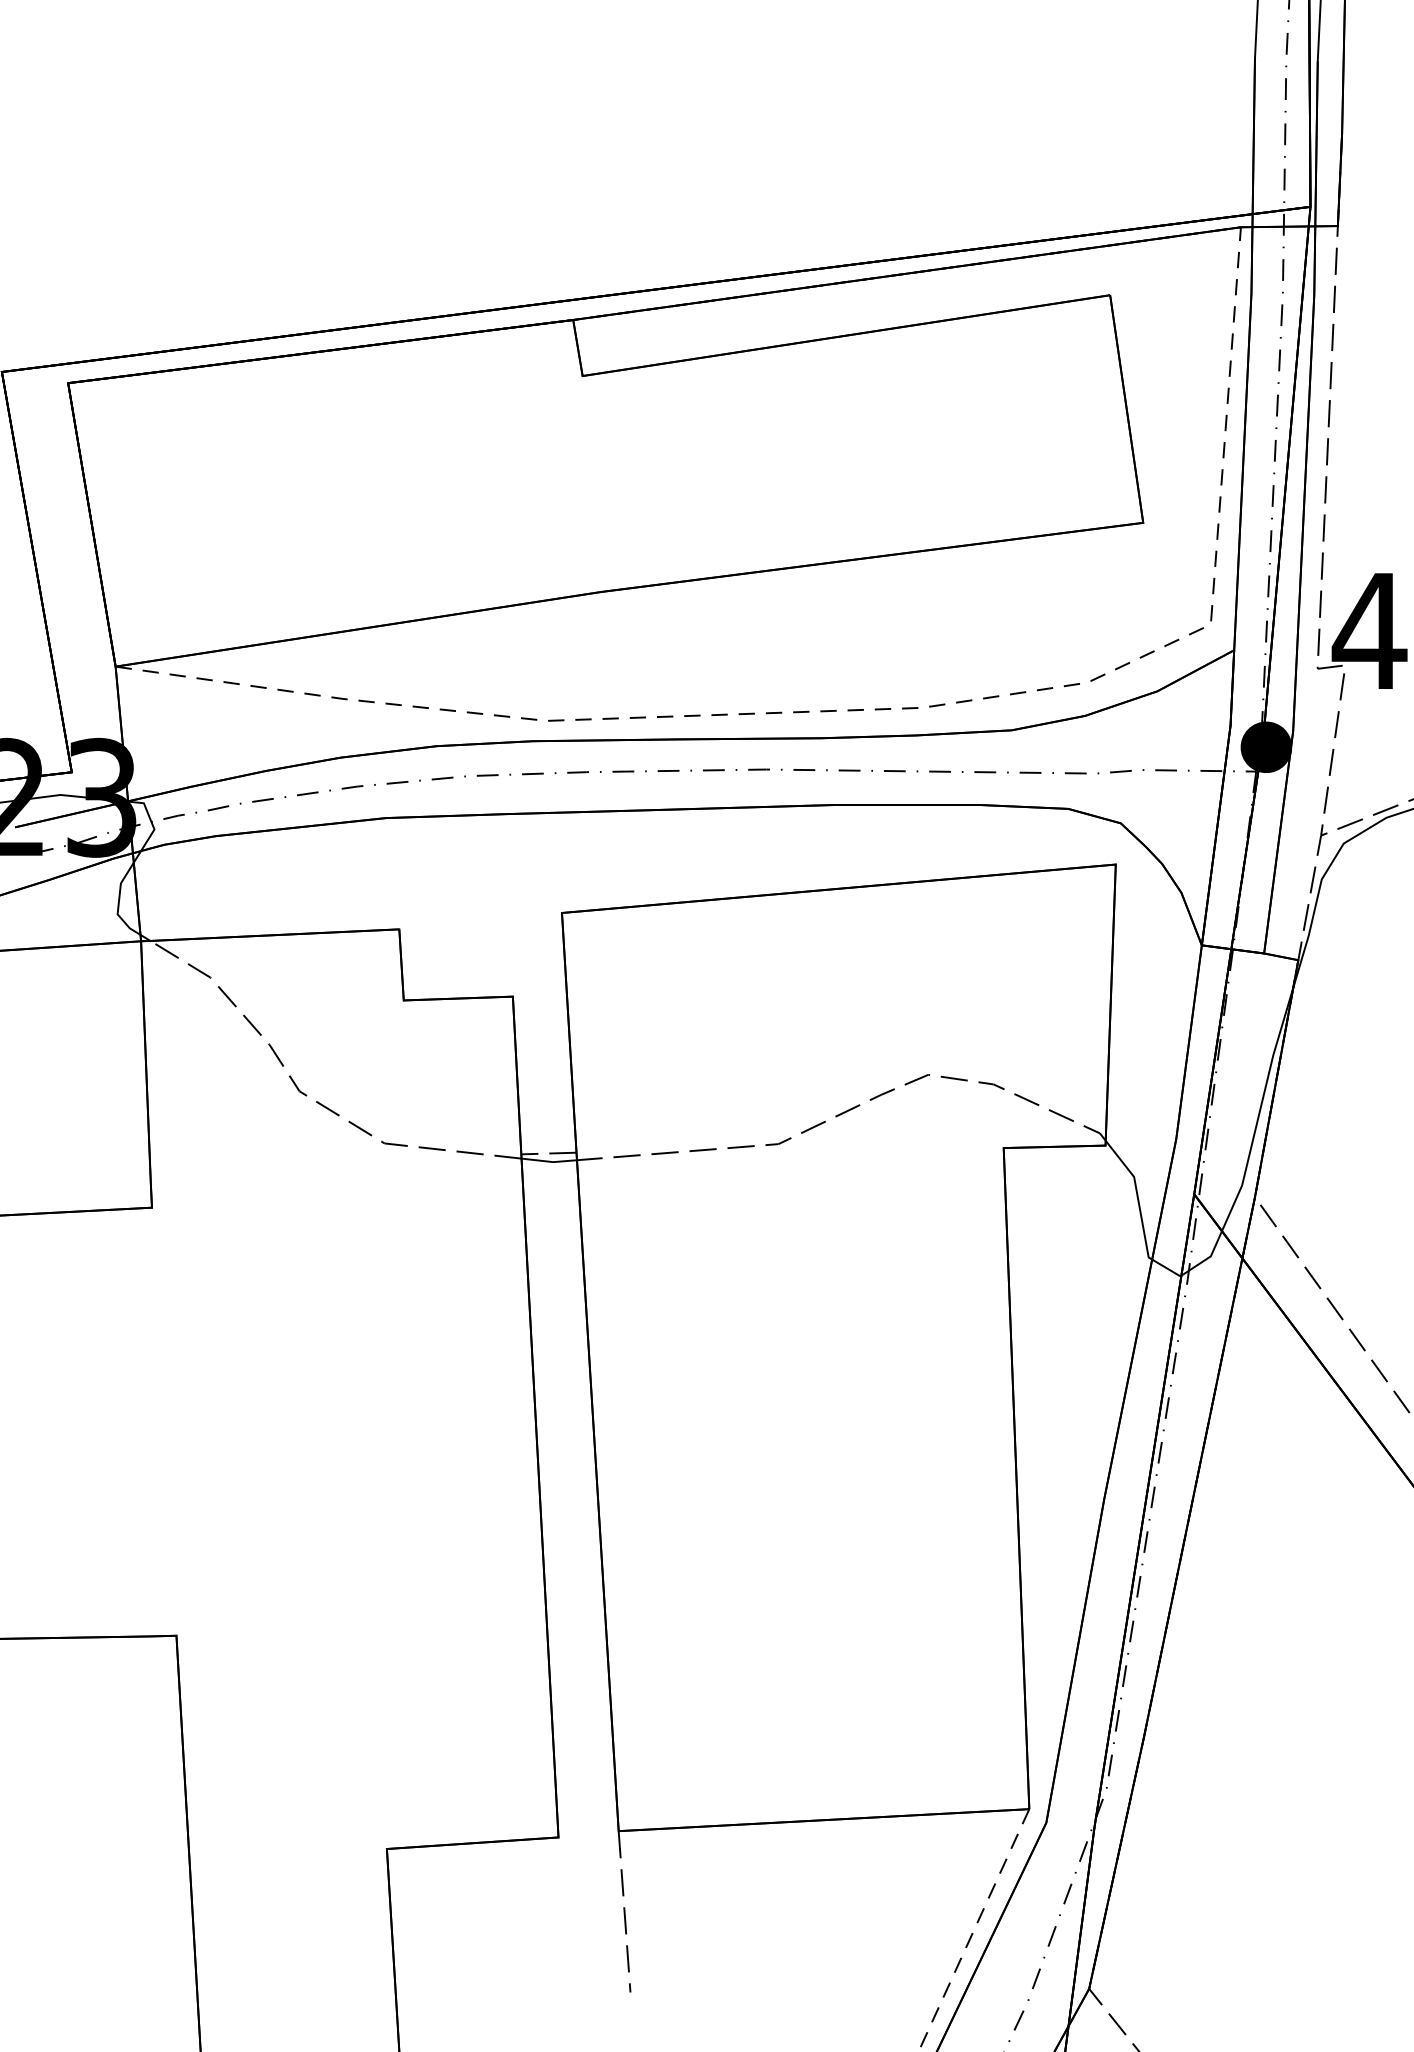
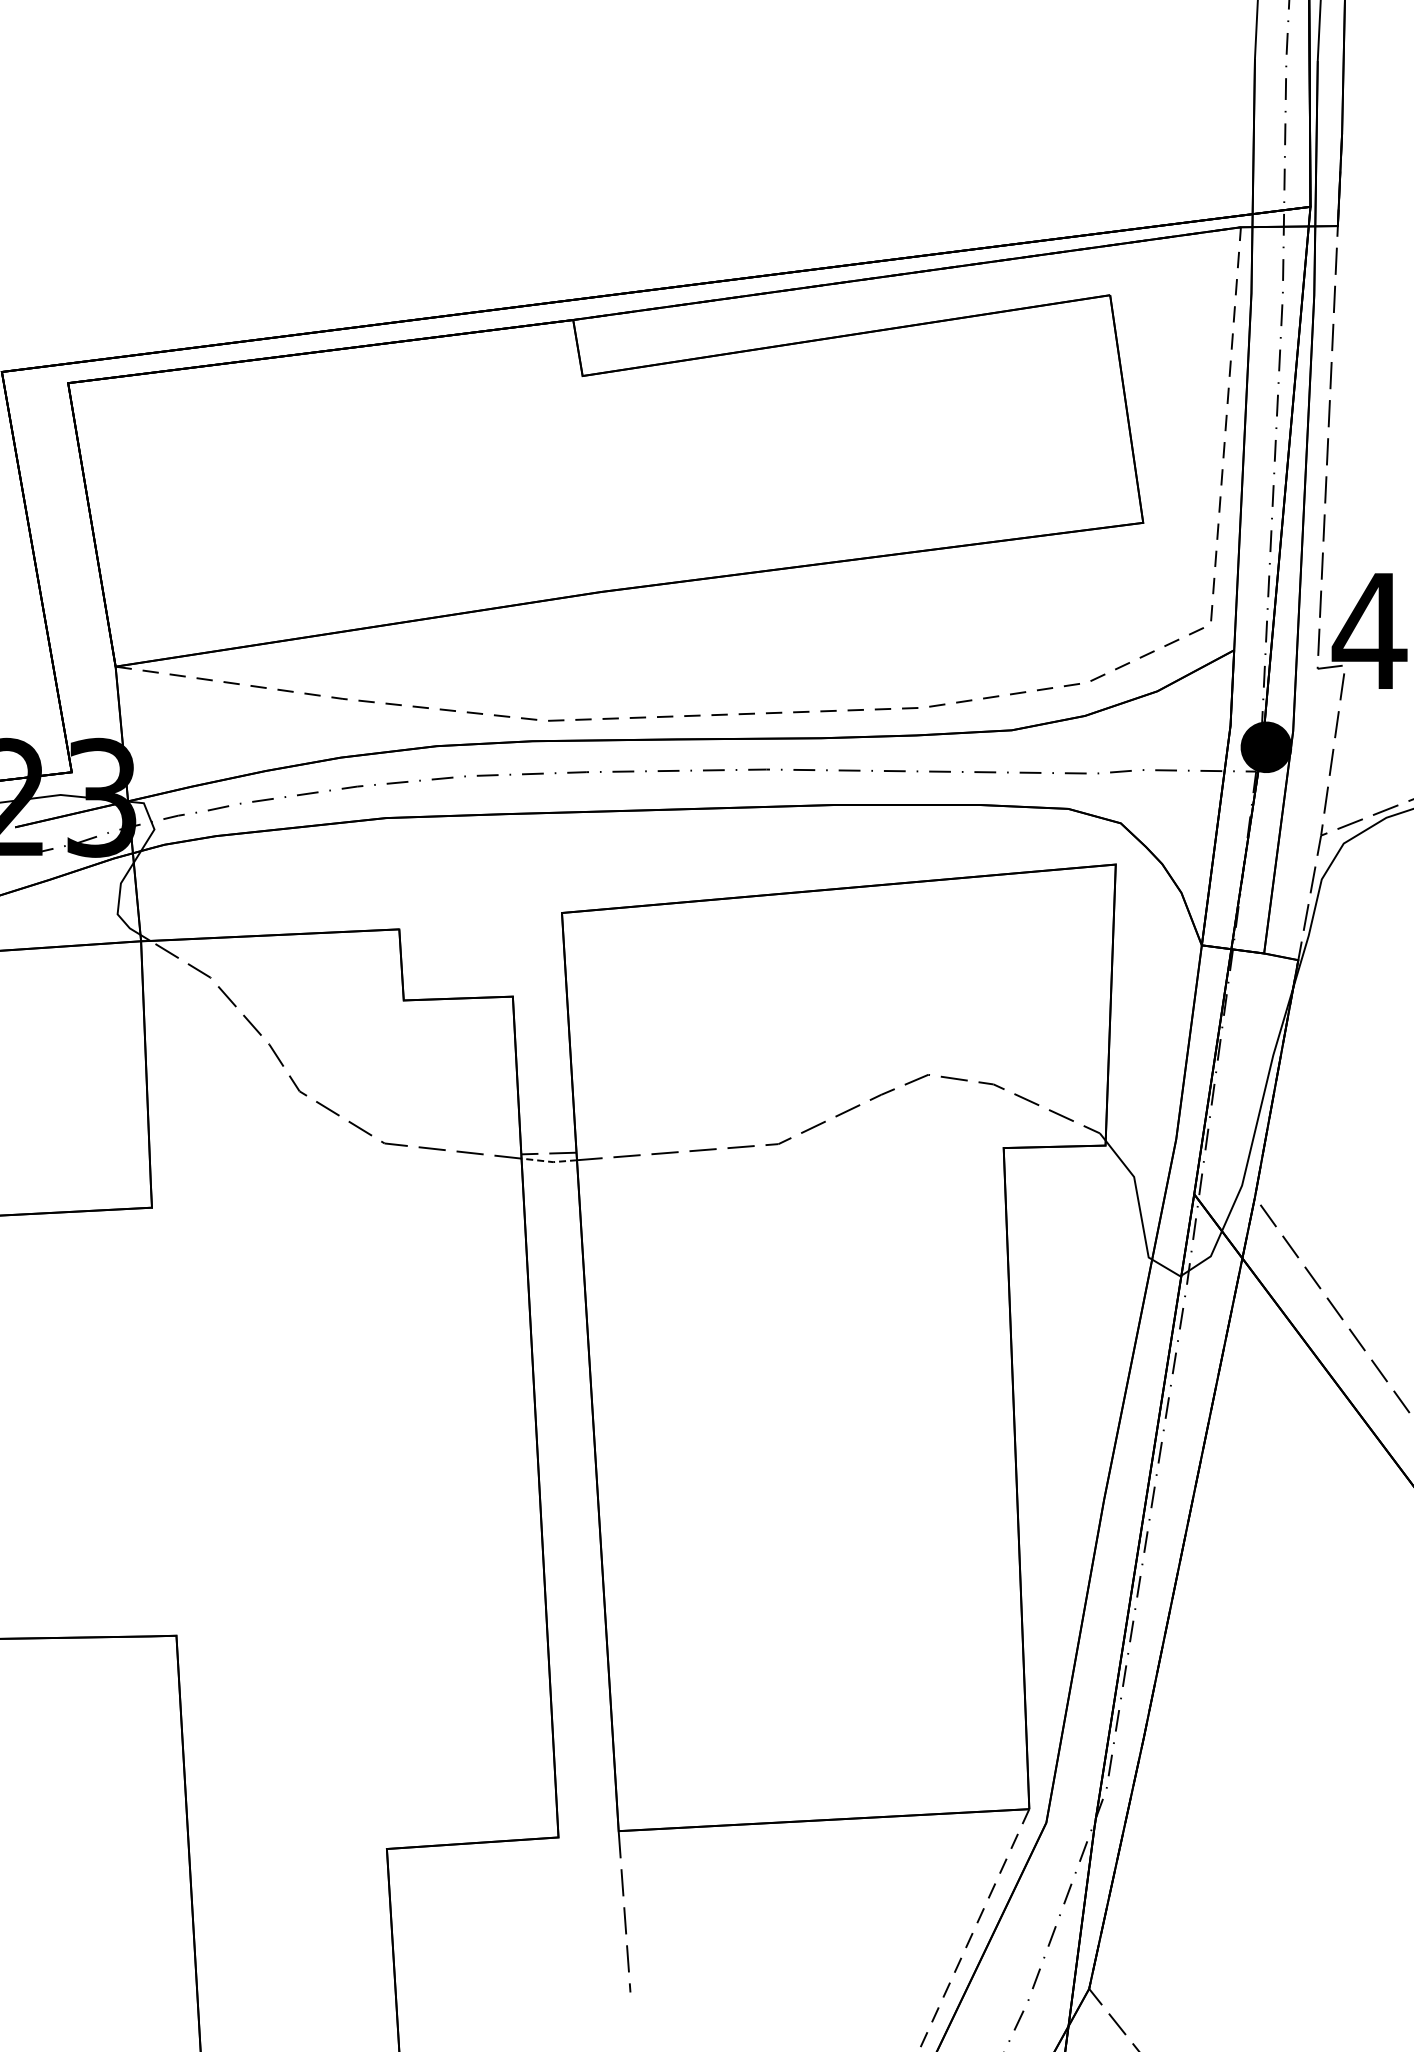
line at (549, 1161): solid -> dashed
